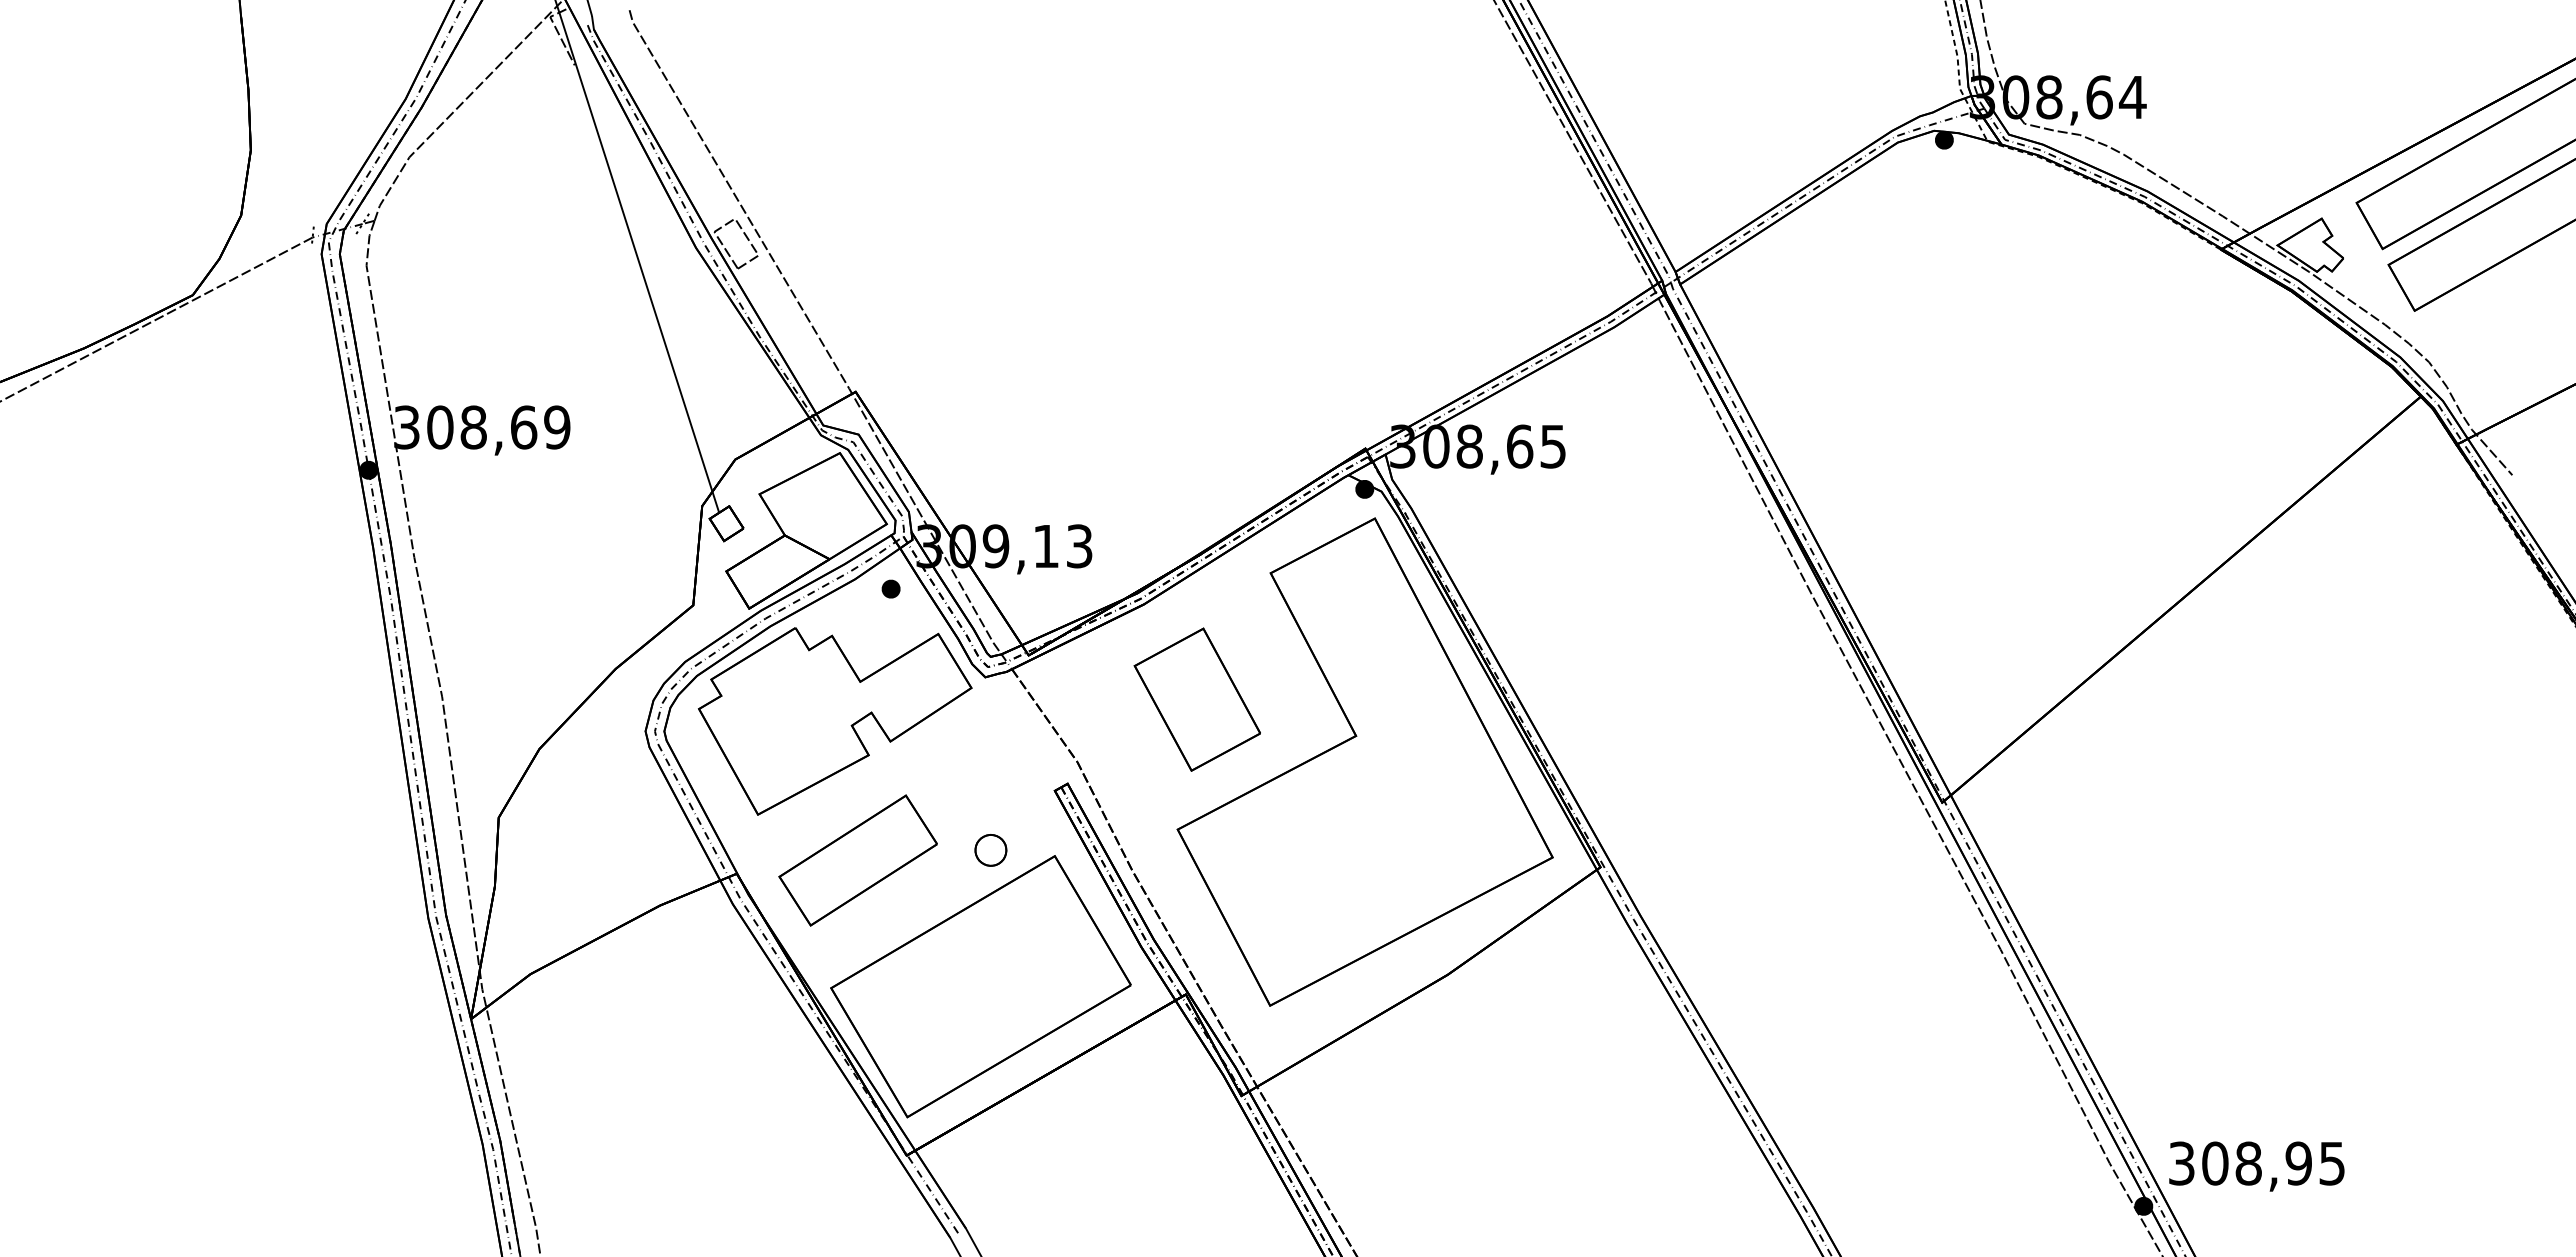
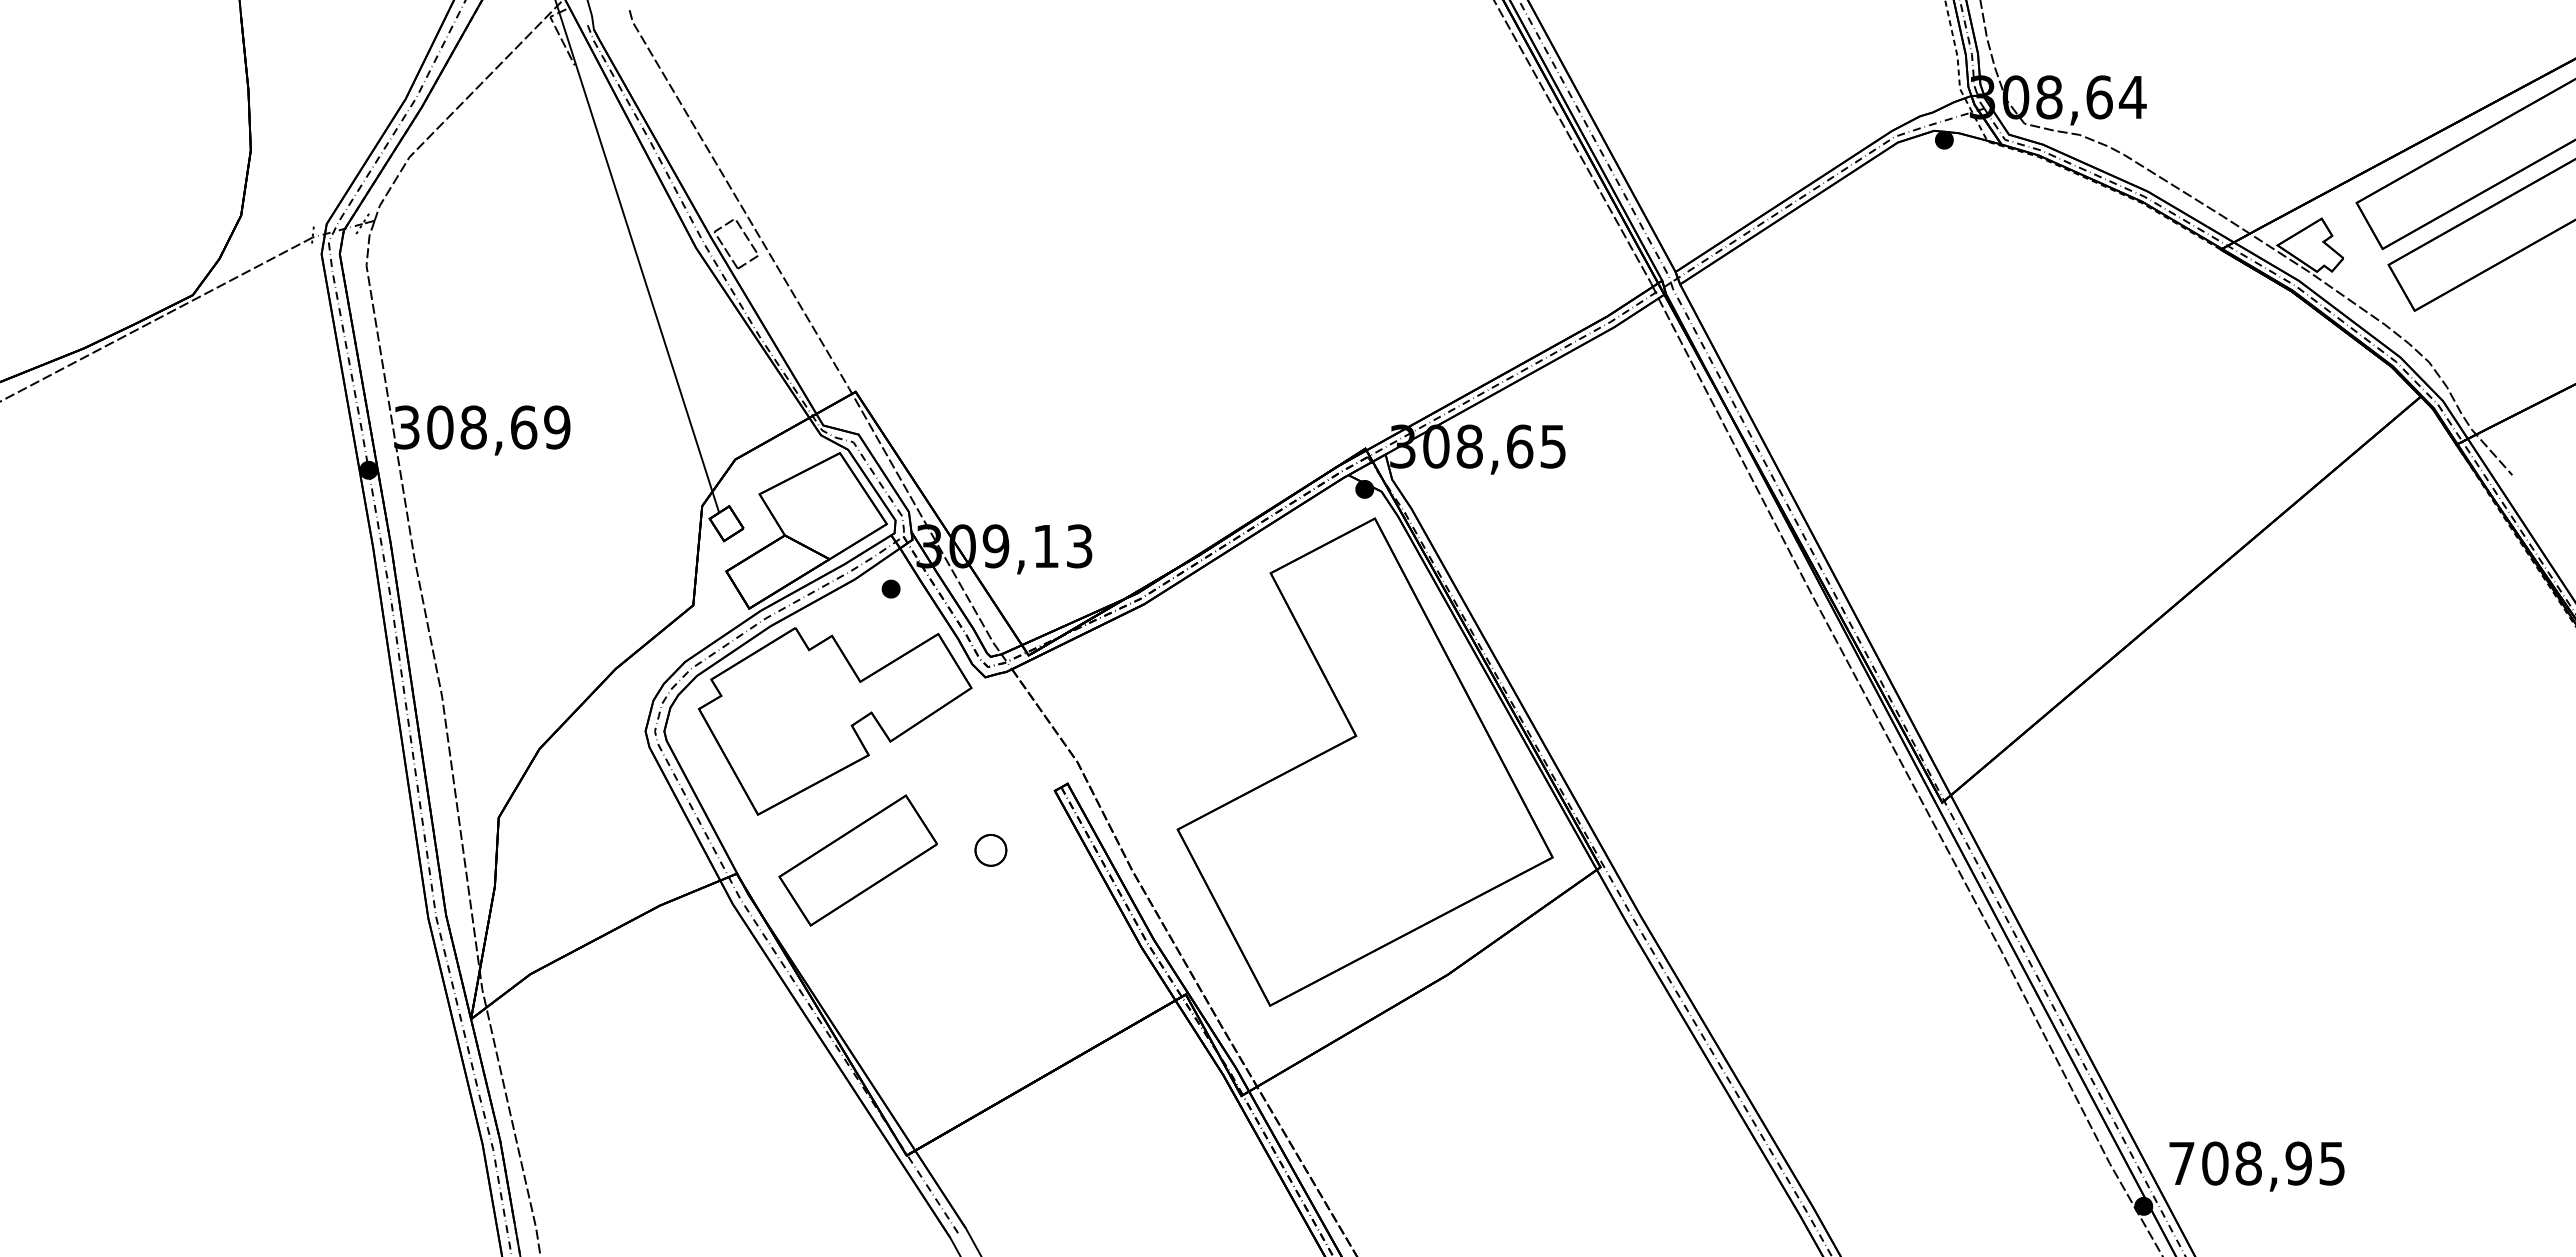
part at (1196, 699): present -> none
part at (980, 986): present -> none
text at (2181, 1163): 308,95 -> 708,95
